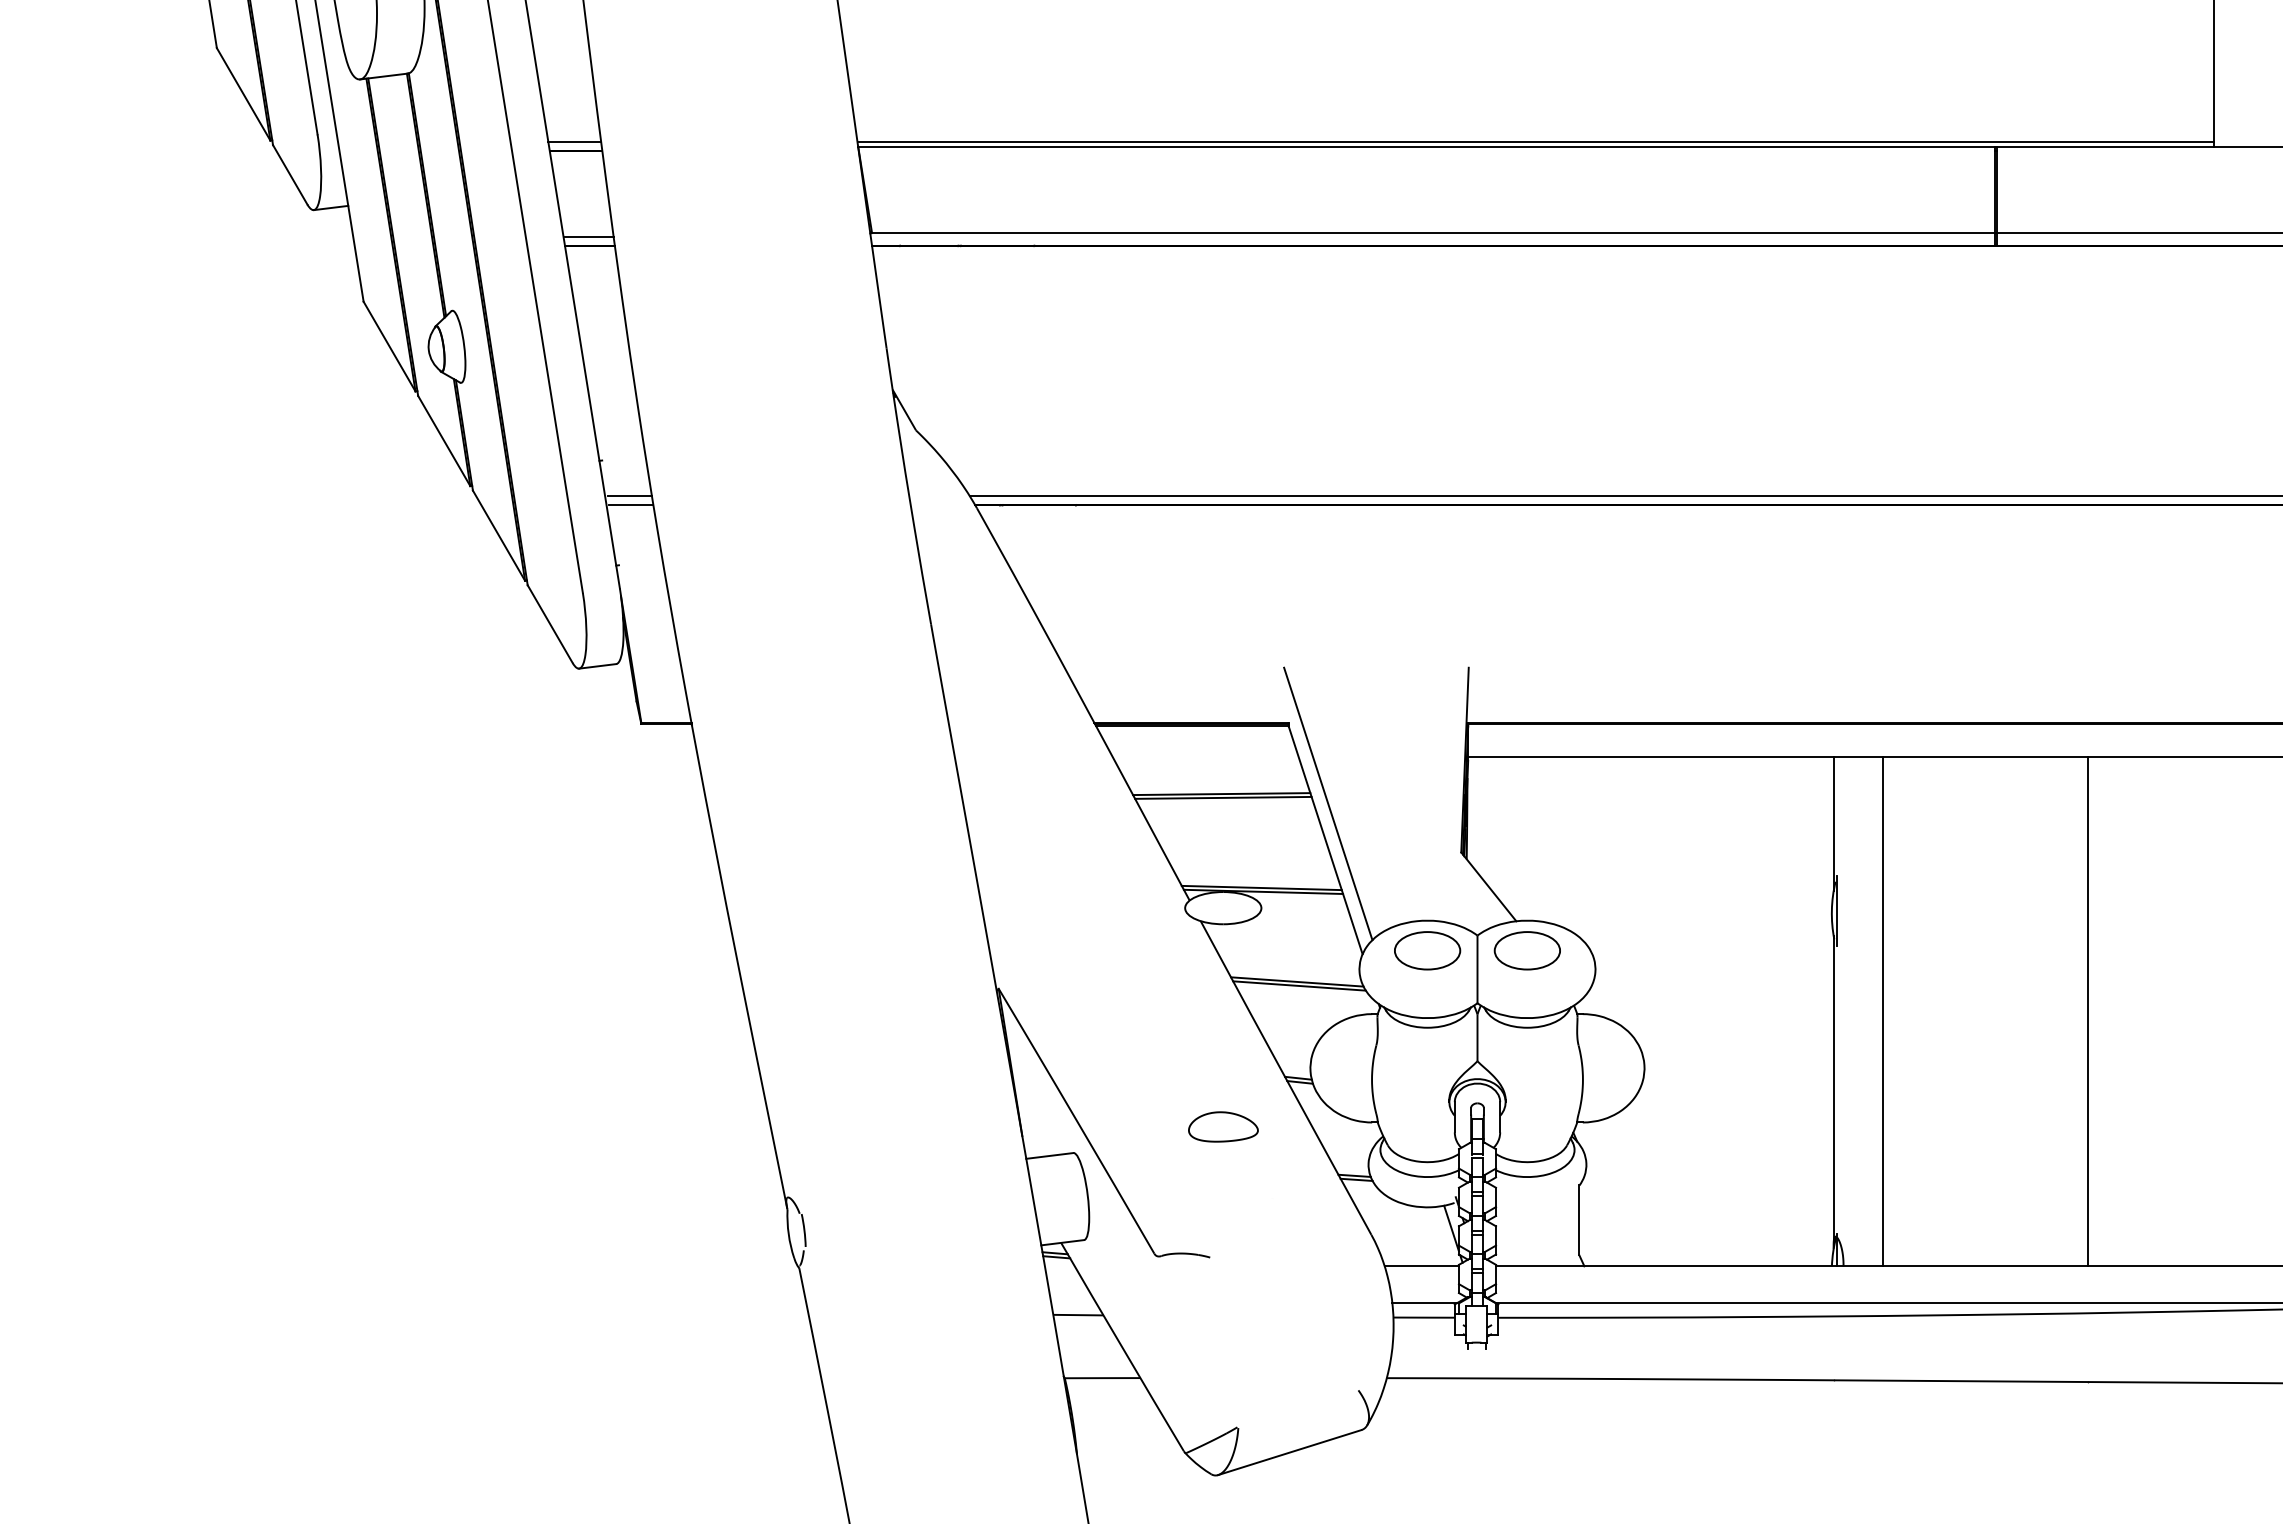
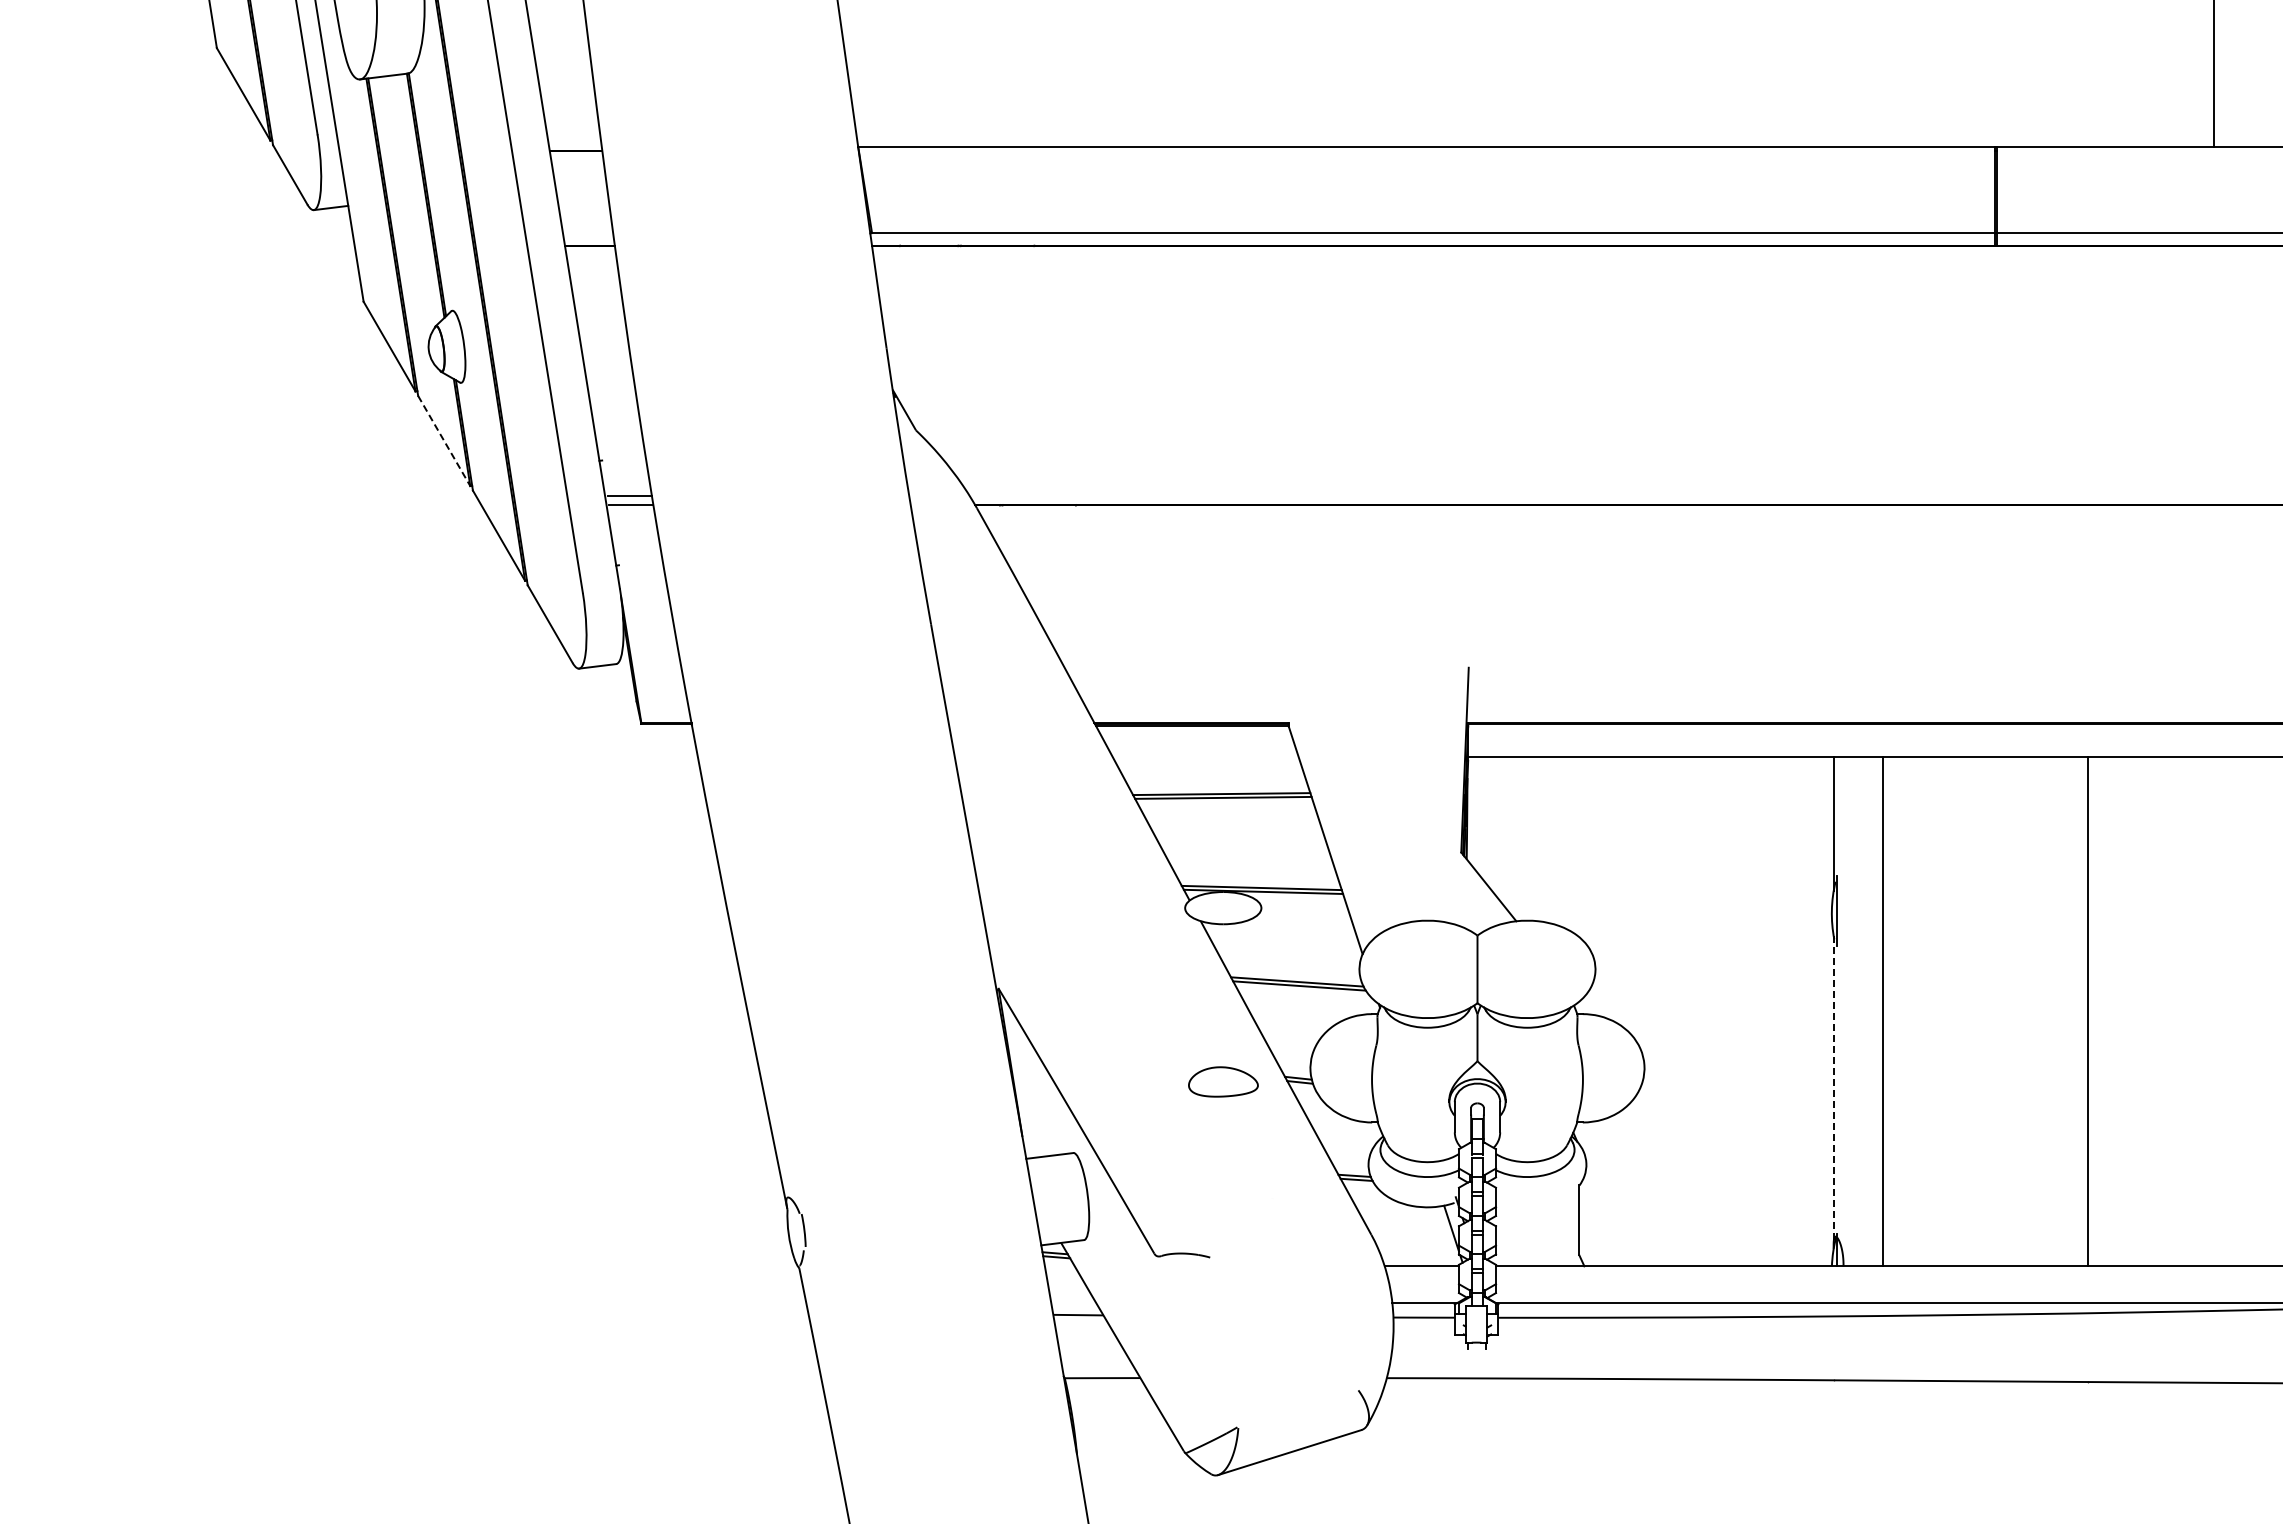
line at (574, 142): present -> none
line at (1535, 142): present -> none
line at (588, 237): present -> none
line at (444, 441): solid -> dashed
line at (1624, 496): present -> none
line at (1328, 803): present -> none
part at (1427, 950): present -> none
part at (1526, 950): present -> none
line at (1833, 1090): solid -> dashed
part at (1223, 1126) position: (1223, 1126) -> (1223, 1081)
